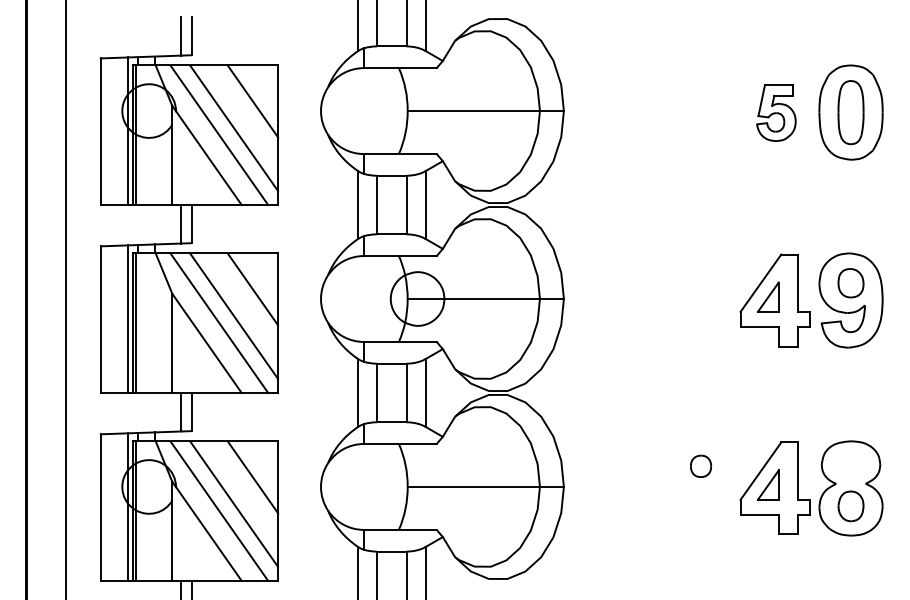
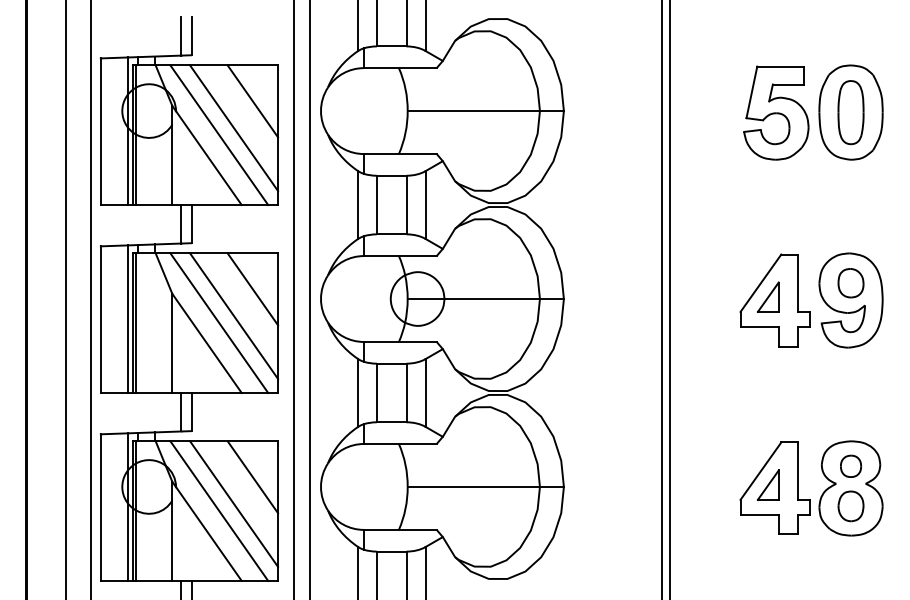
part at (776, 112) size: 41x58 px -> 67x96 px
line at (91, 299): none -> present
line at (294, 299): none -> present
line at (310, 299): none -> present
line at (662, 299): none -> present
line at (670, 299): none -> present
part at (701, 465) position: (701, 465) -> (851, 465)
